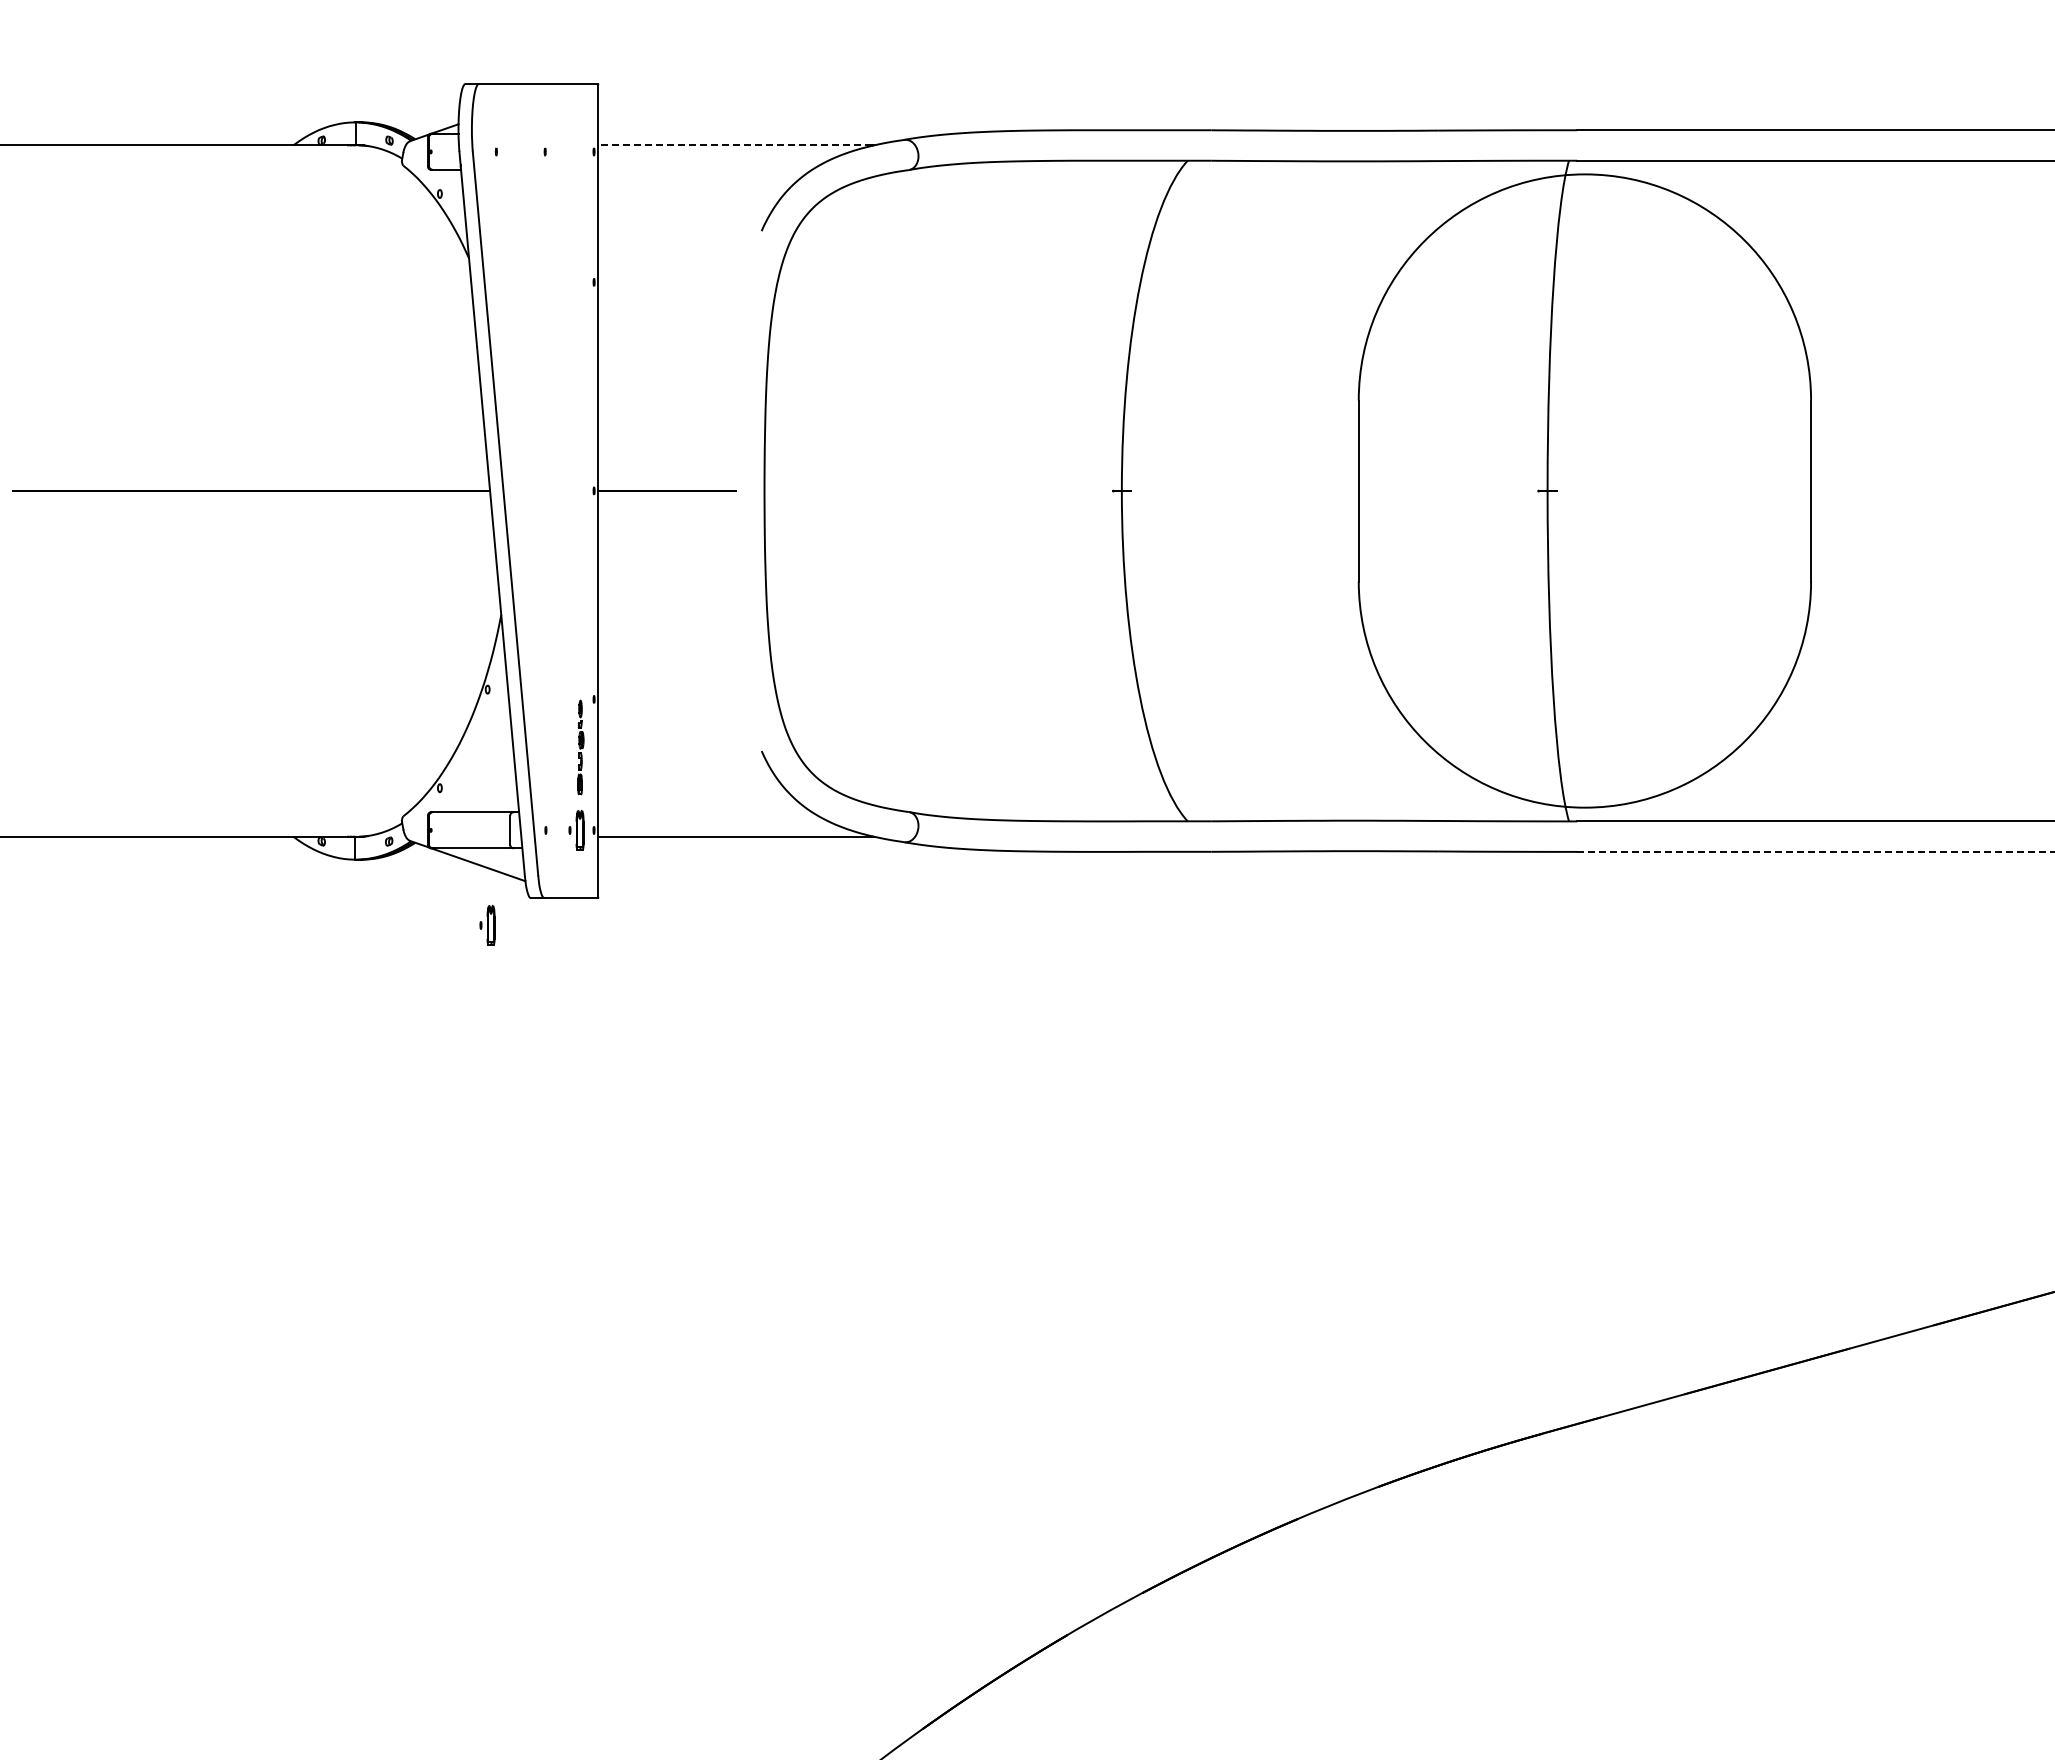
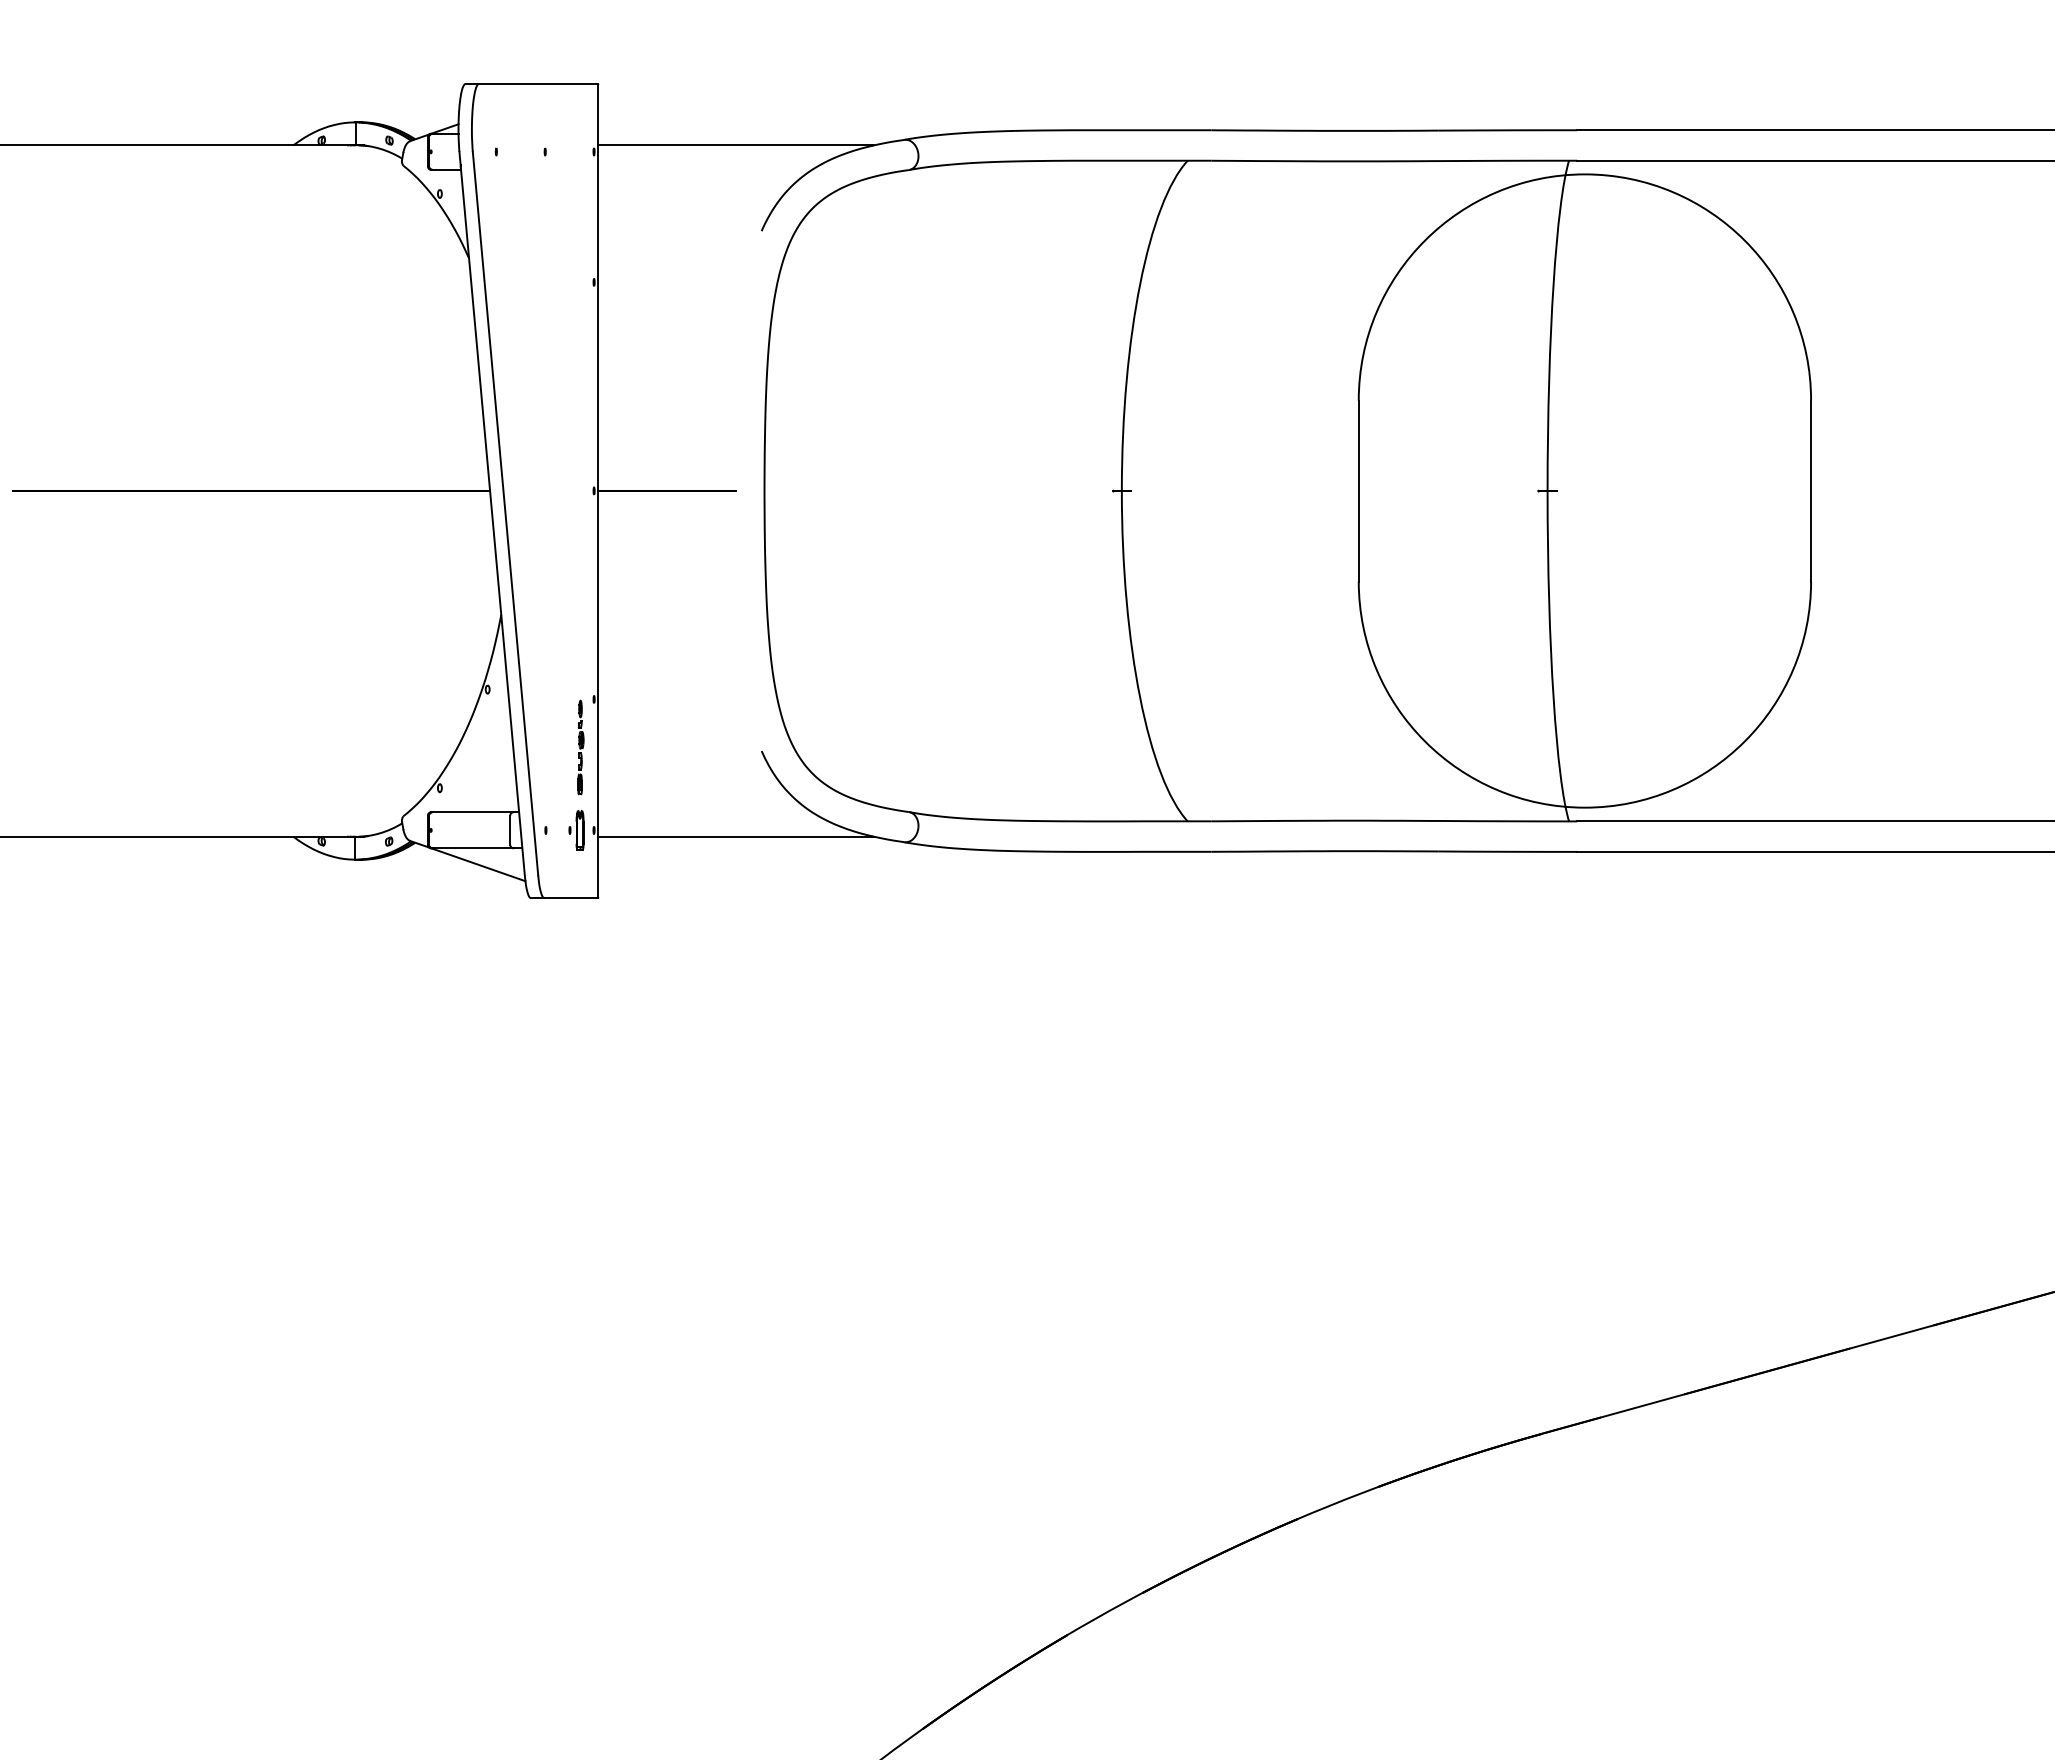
line at (735, 145): dashed -> solid
line at (1816, 851): dashed -> solid
part at (487, 924): present -> none
